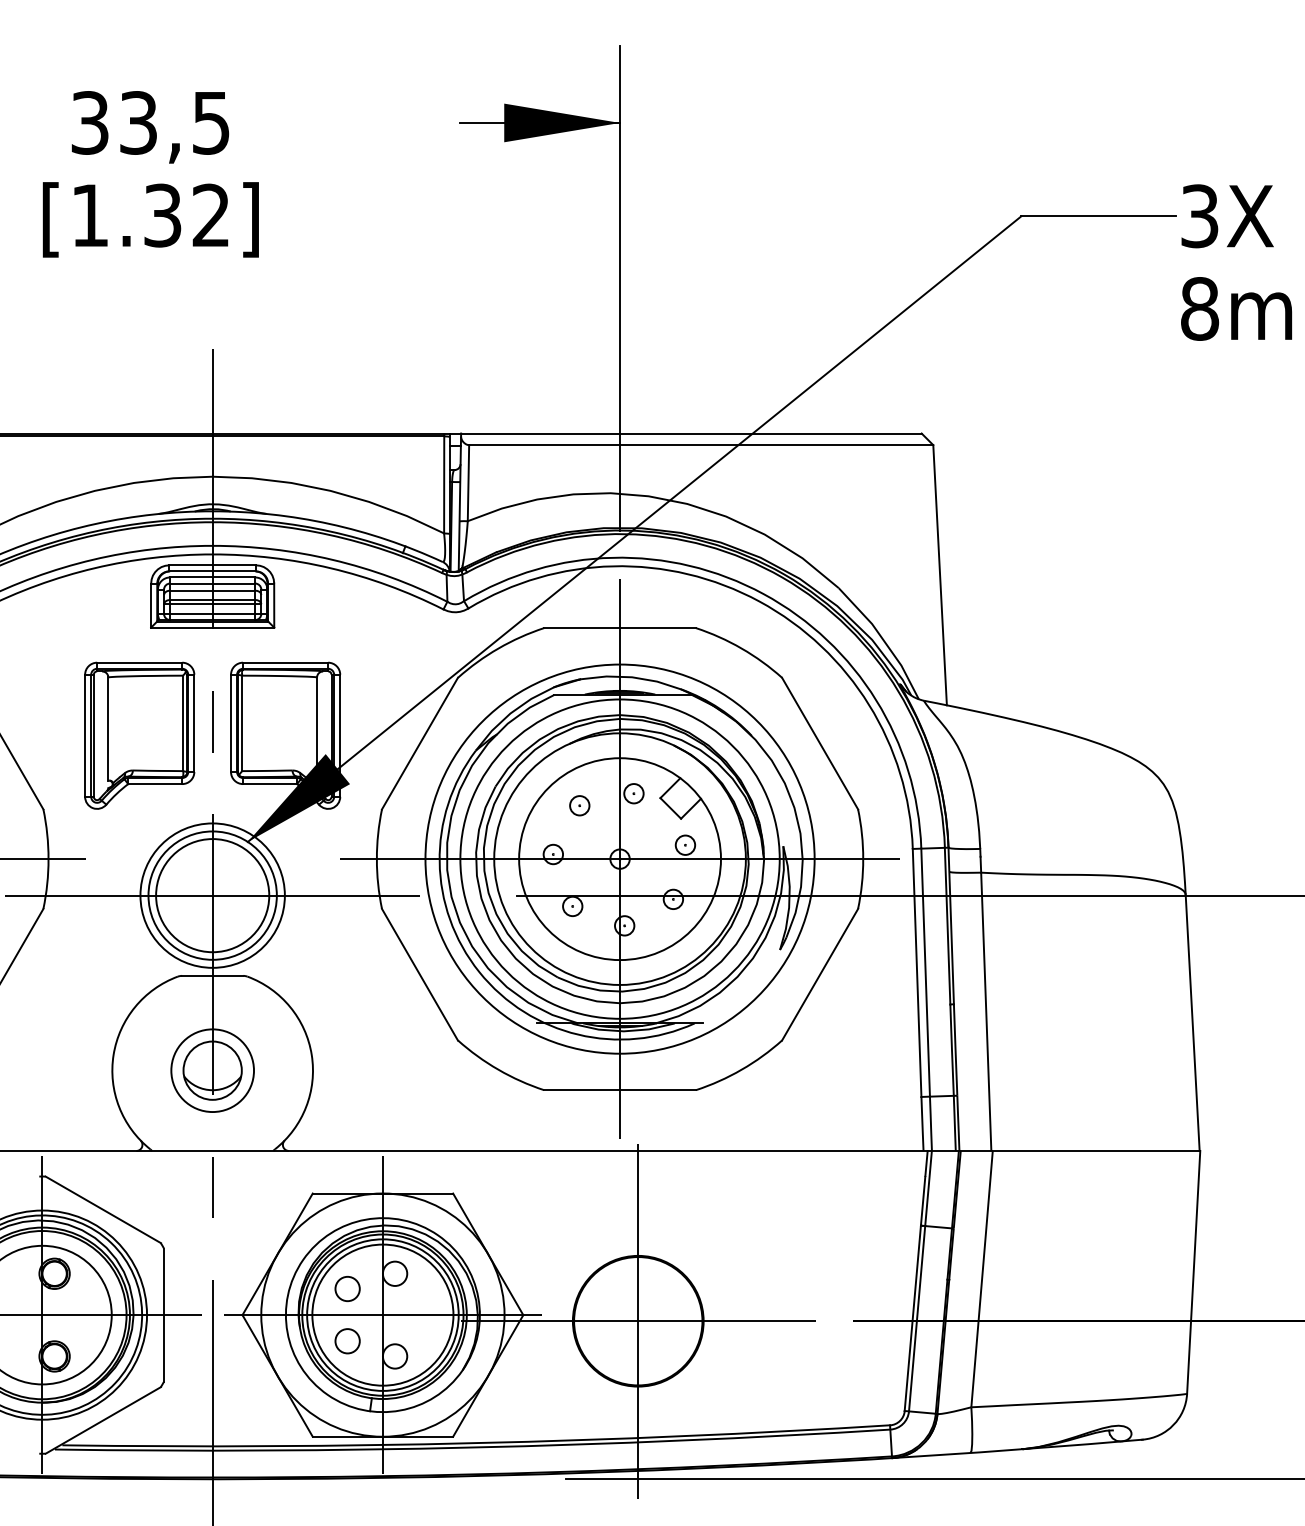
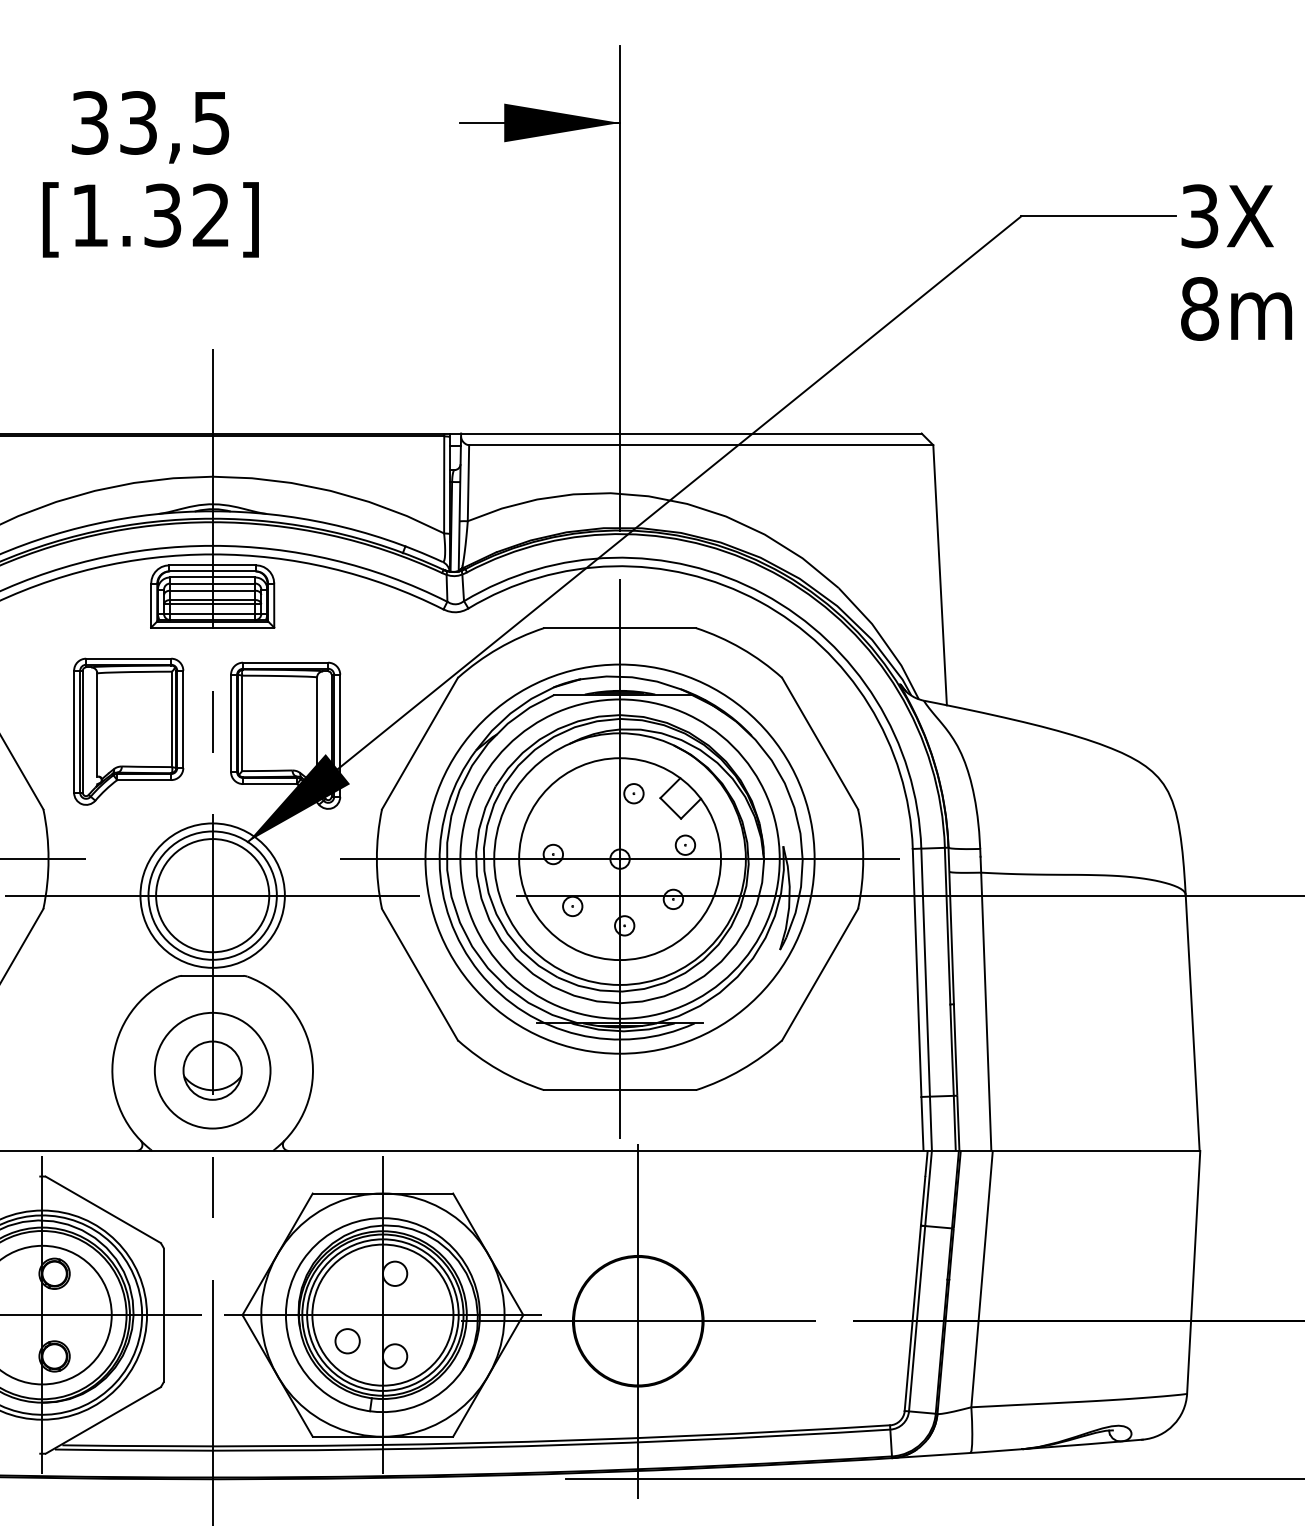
part at (139, 735) position: (139, 735) -> (128, 731)
part at (579, 805): present -> none
circle at (212, 1070) diameter: 83 px -> 116 px
circle at (347, 1289): present -> none
